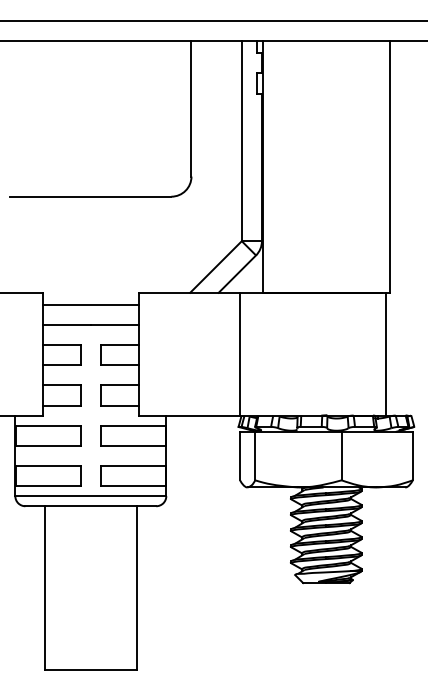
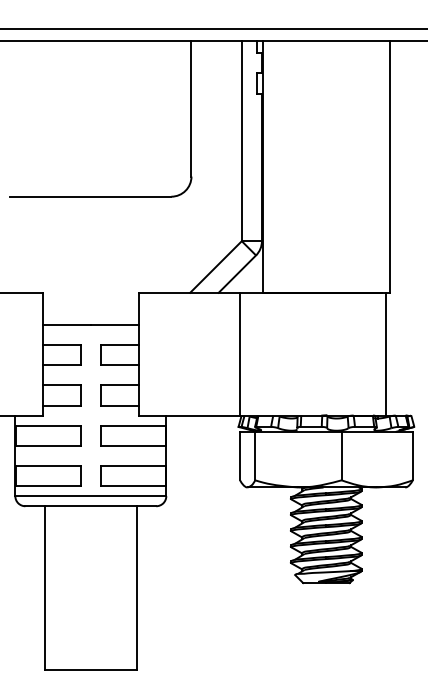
line at (213, 20) position: (213, 20) -> (213, 28)
line at (91, 304): present -> none
